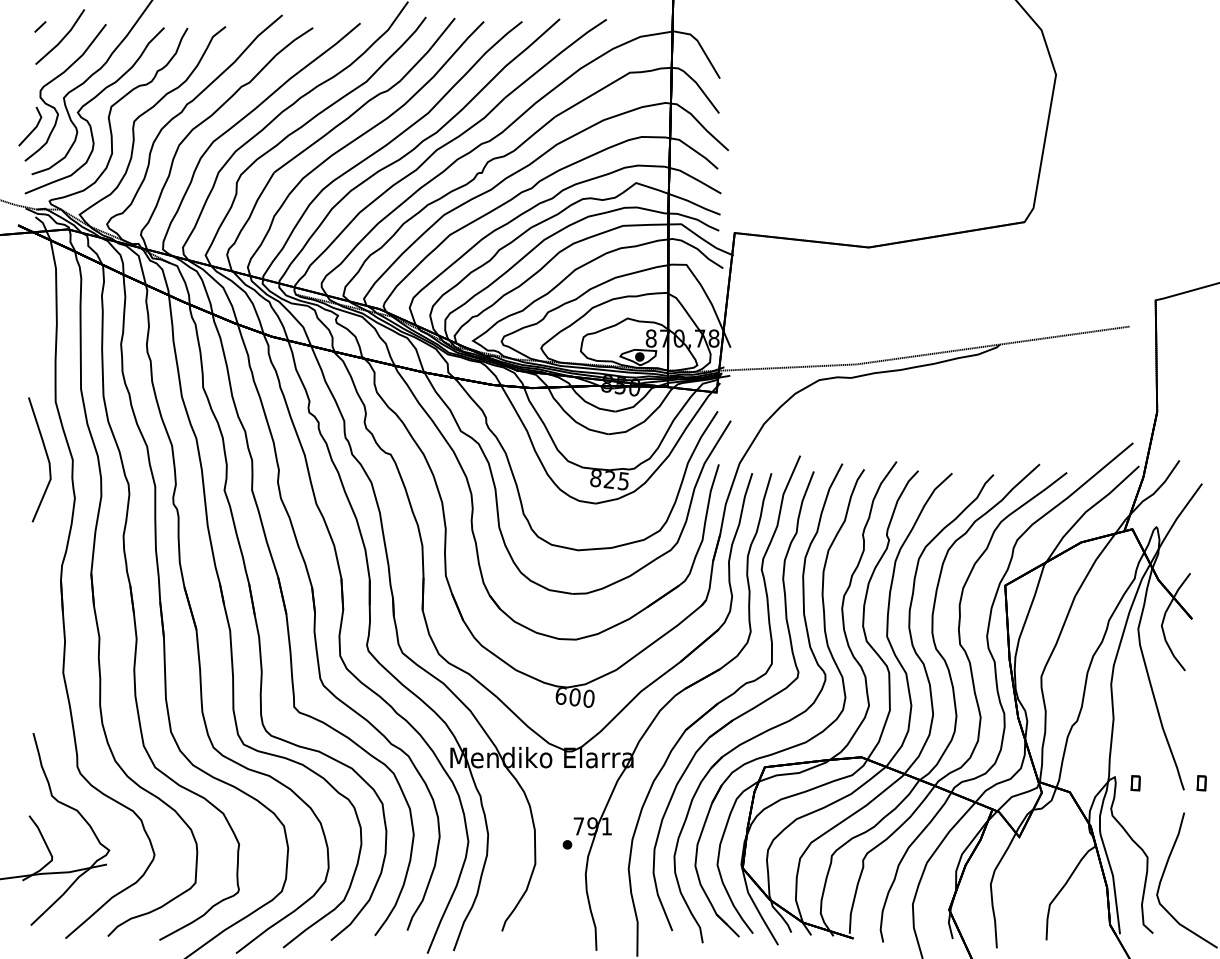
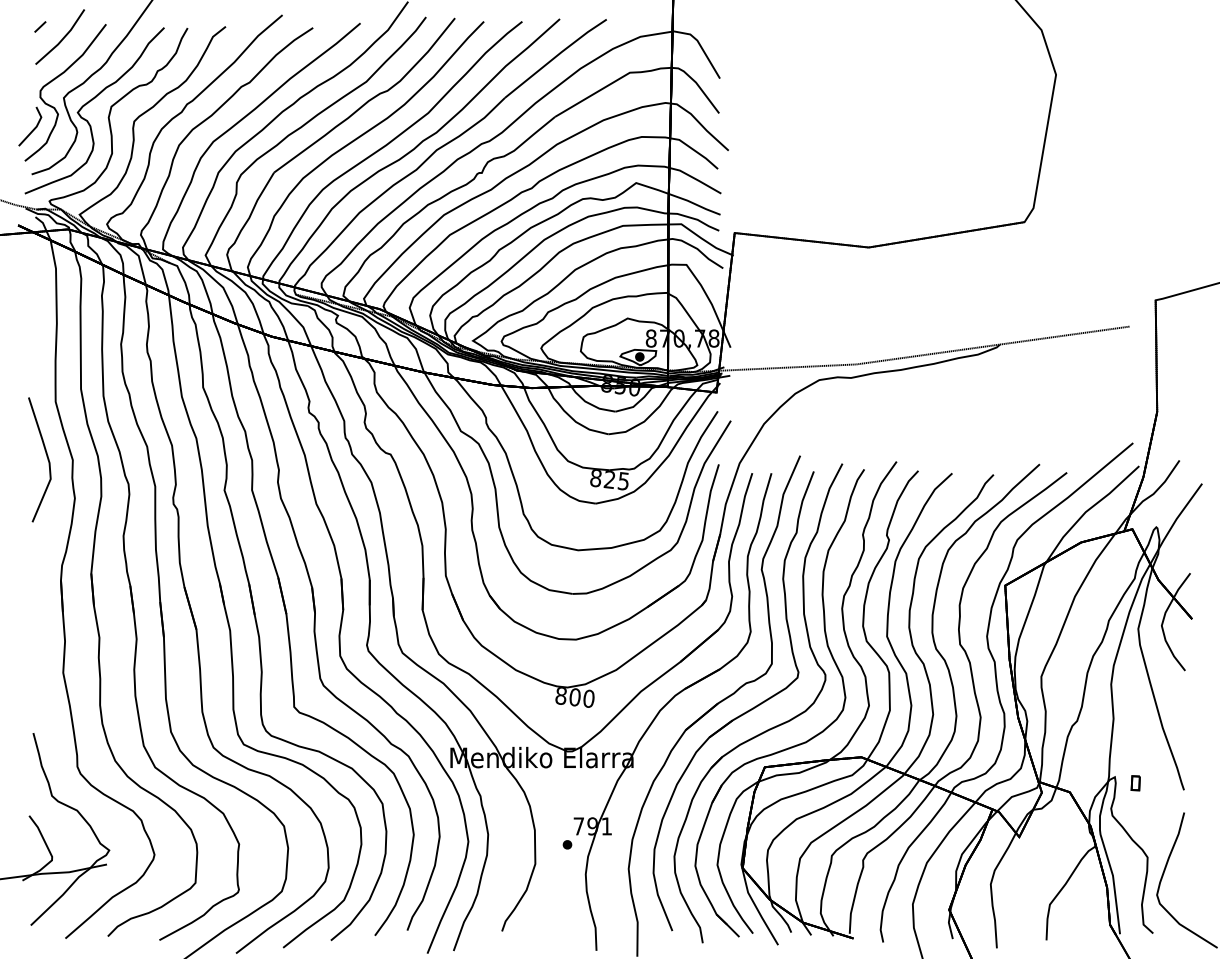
text at (560, 695): 600 -> 800
part at (1201, 783): present -> none
